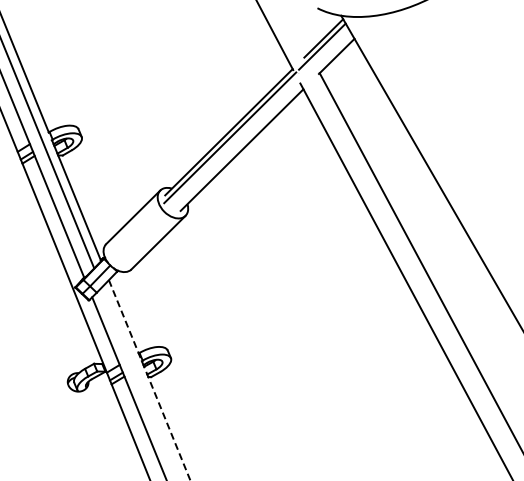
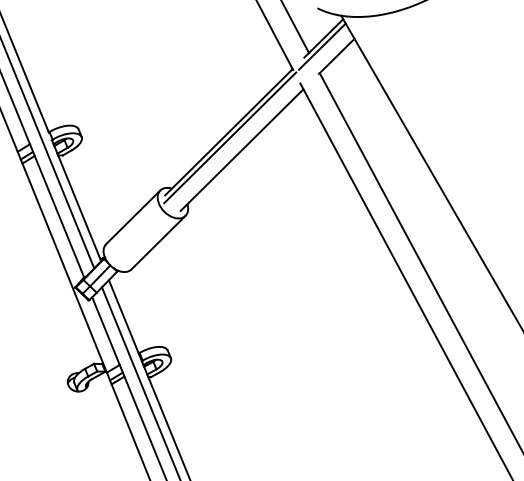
line at (295, 27): none -> present
line at (149, 381): dashed -> solid
line at (140, 382): none -> present
